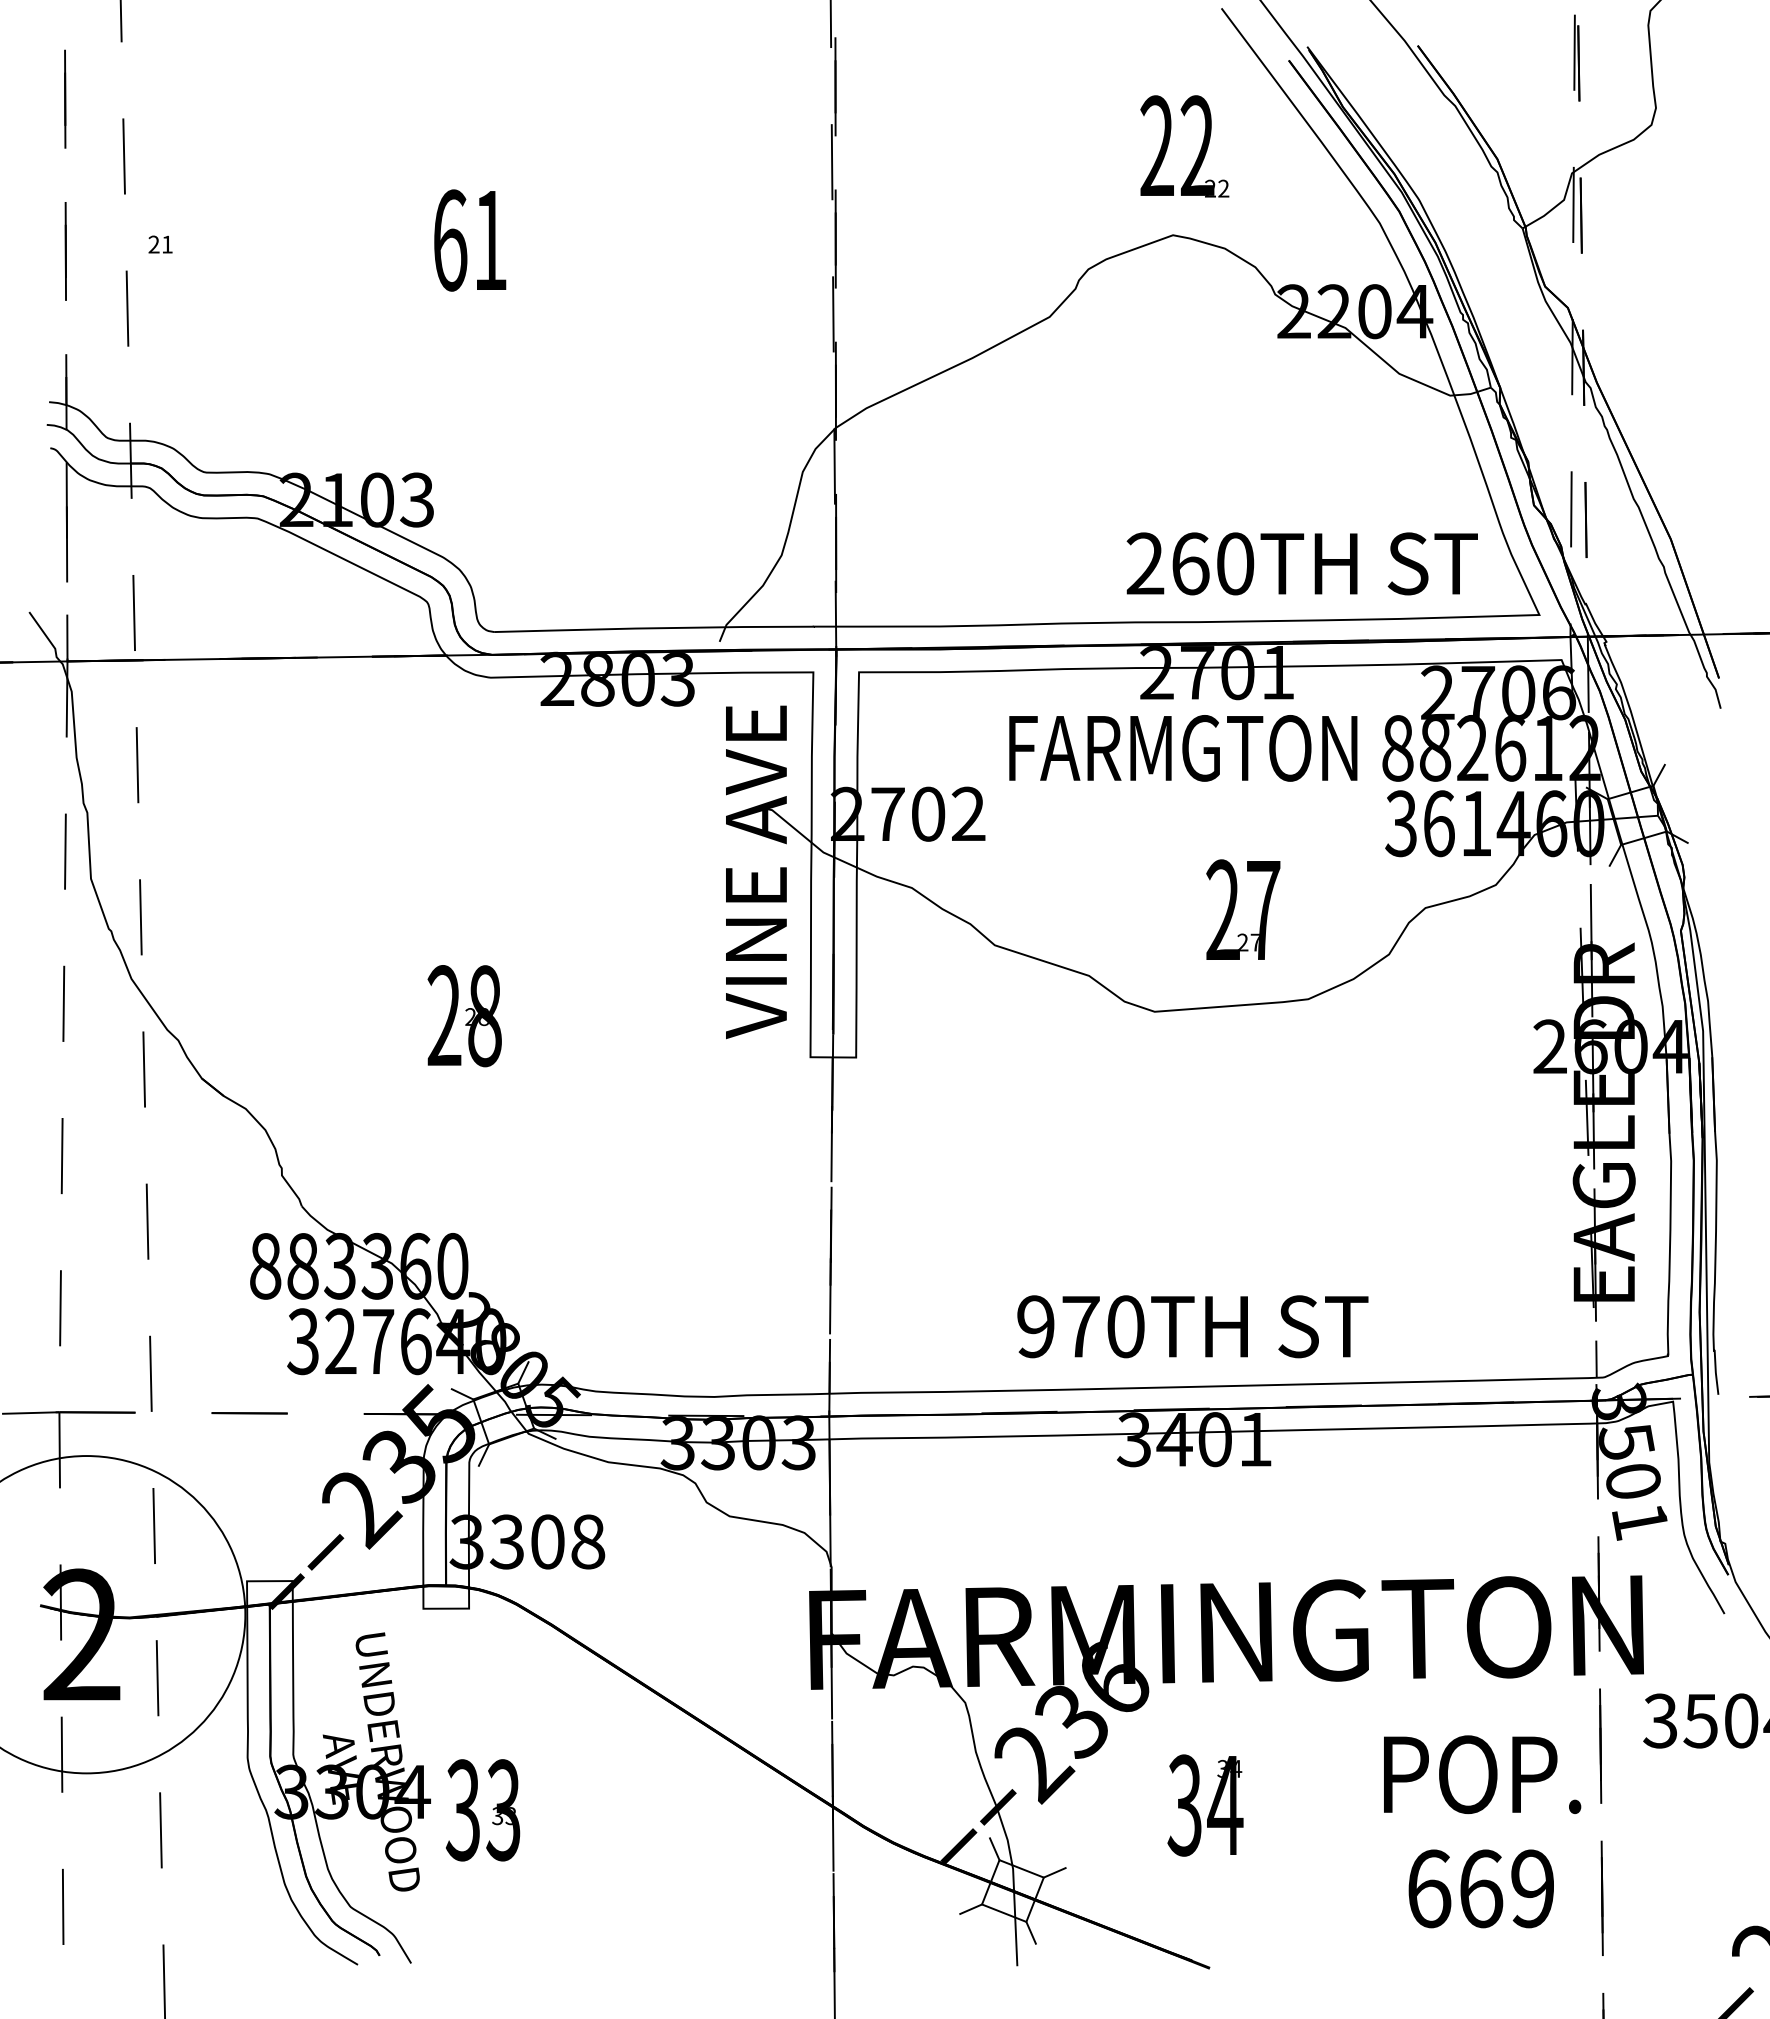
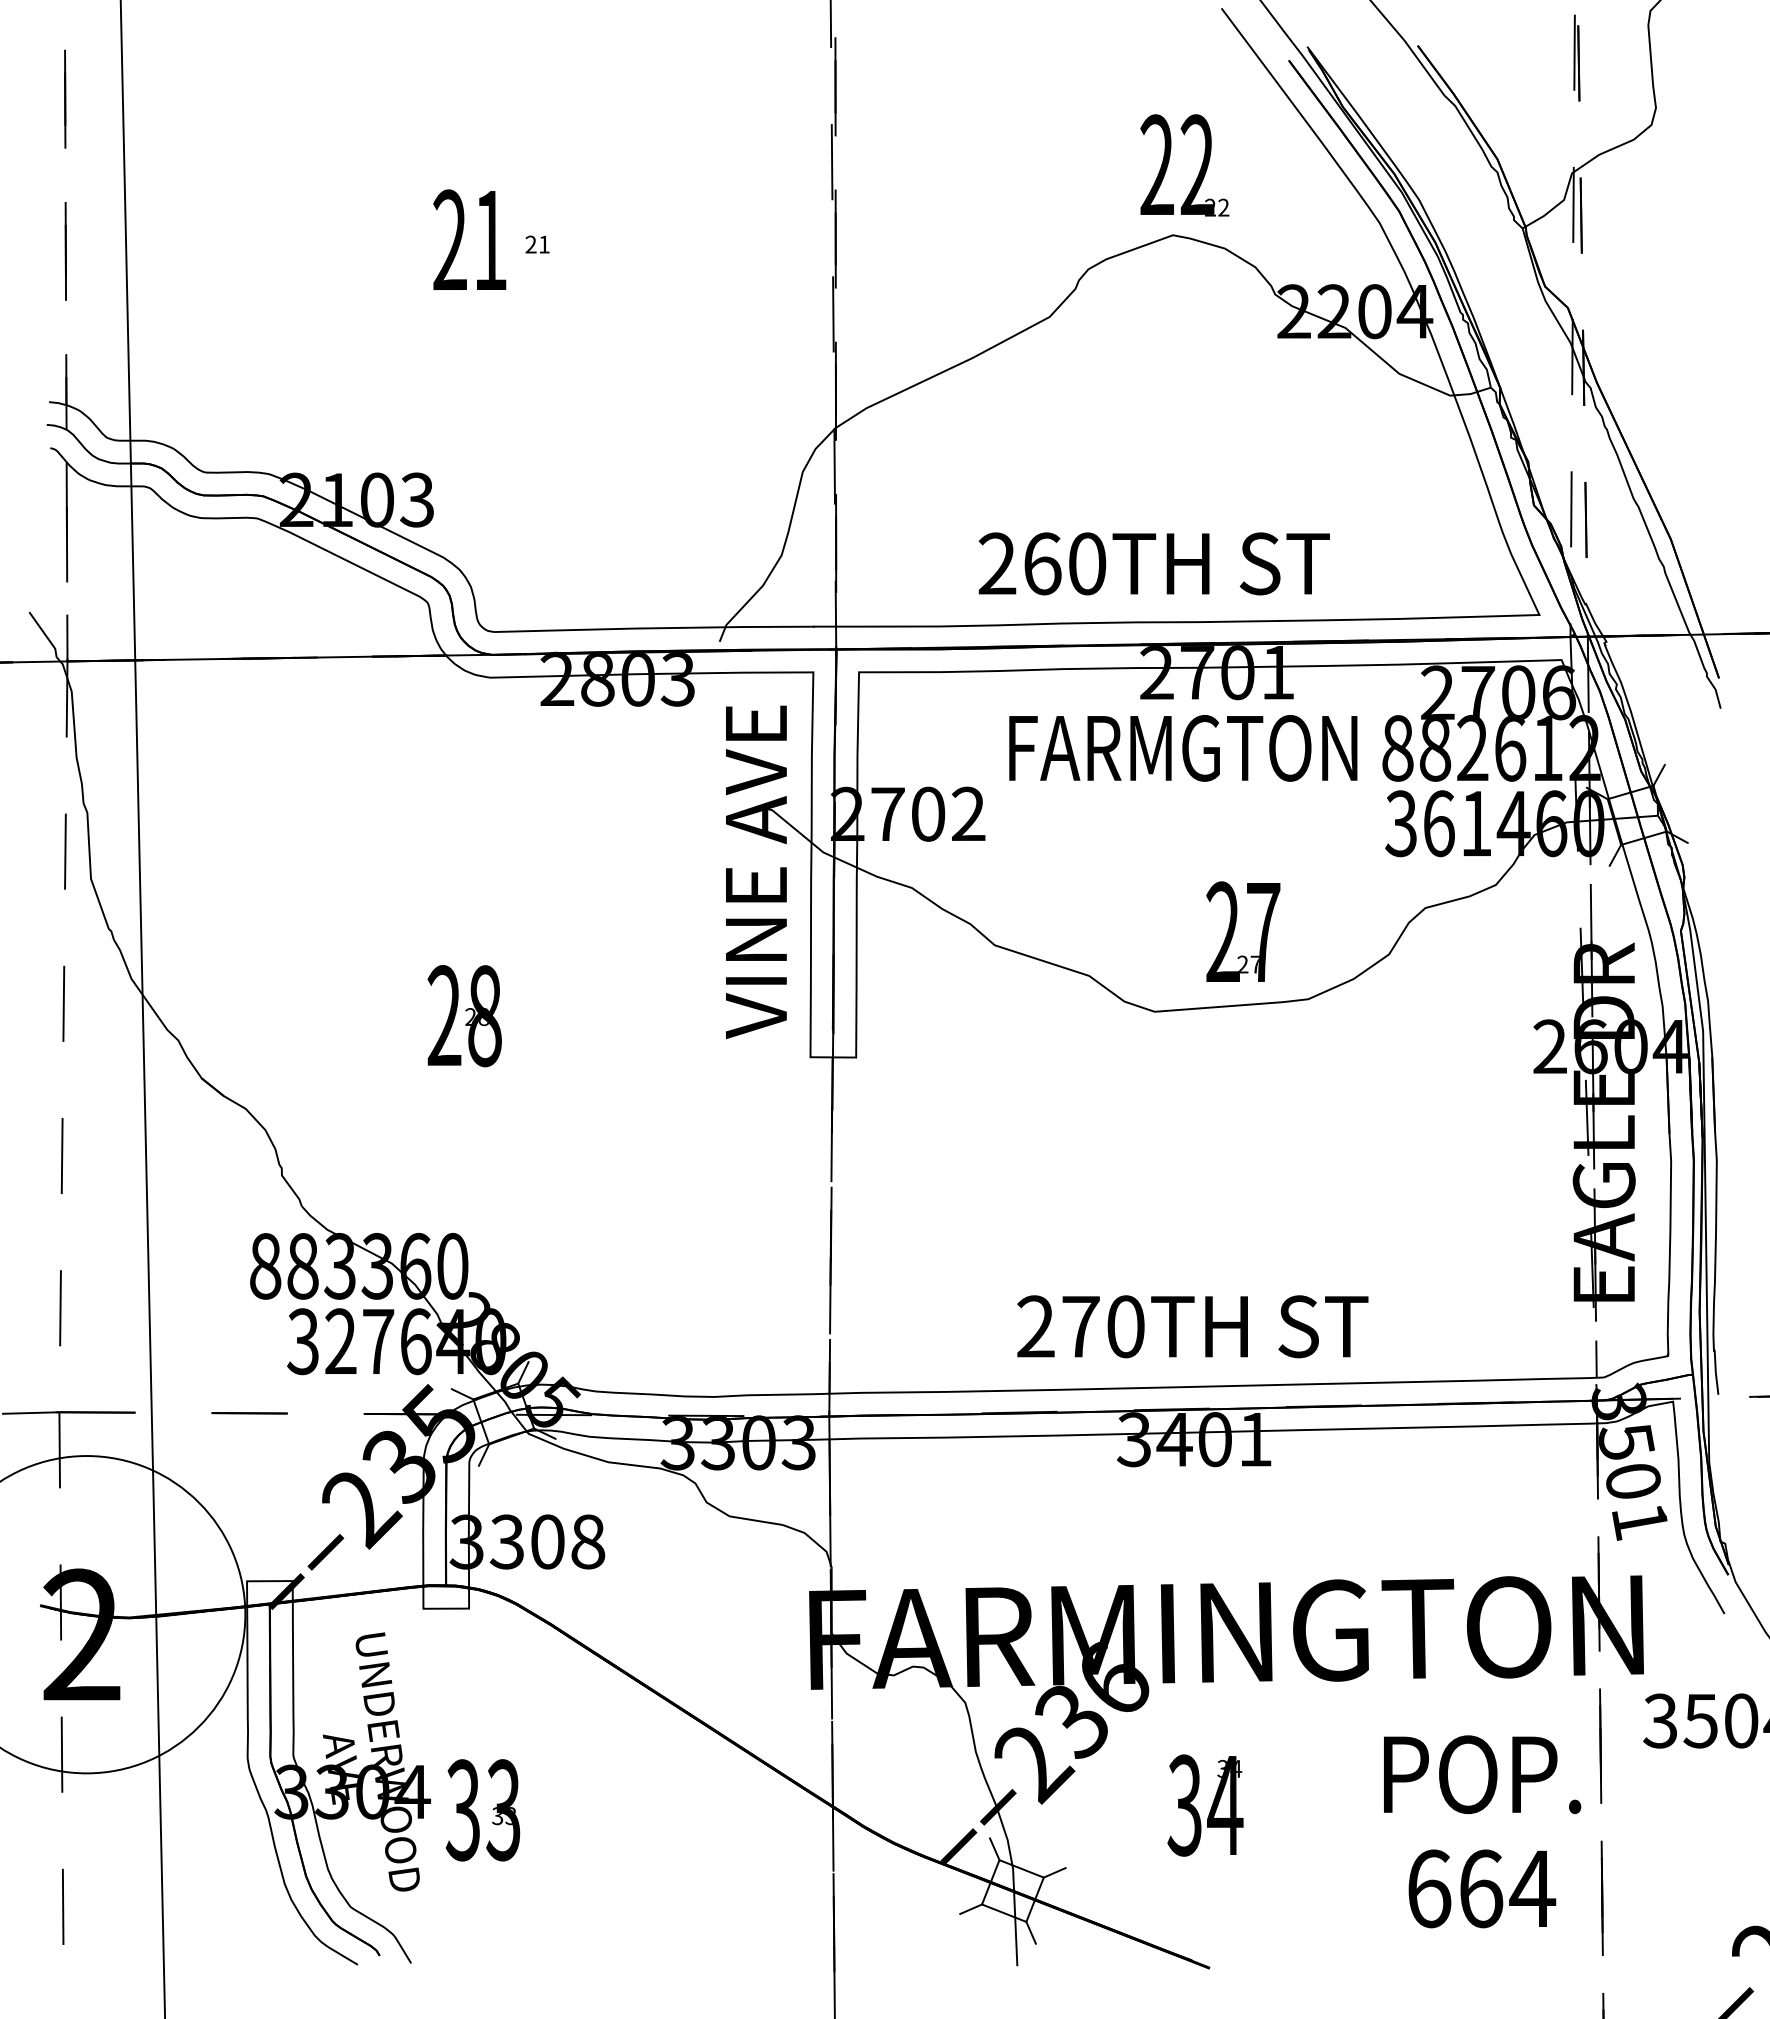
text at (1184, 146) position: (1184, 146) -> (1184, 165)
text at (450, 240): 61 -> 21
text at (160, 244) position: (160, 244) -> (537, 244)
text at (1301, 563) position: (1301, 563) -> (1153, 563)
text at (1243, 909) position: (1243, 909) -> (1243, 931)
line at (142, 1009): dashed -> solid
text at (1035, 1326): 970TH -> 270TH
text at (1532, 1888): 669 -> 664
